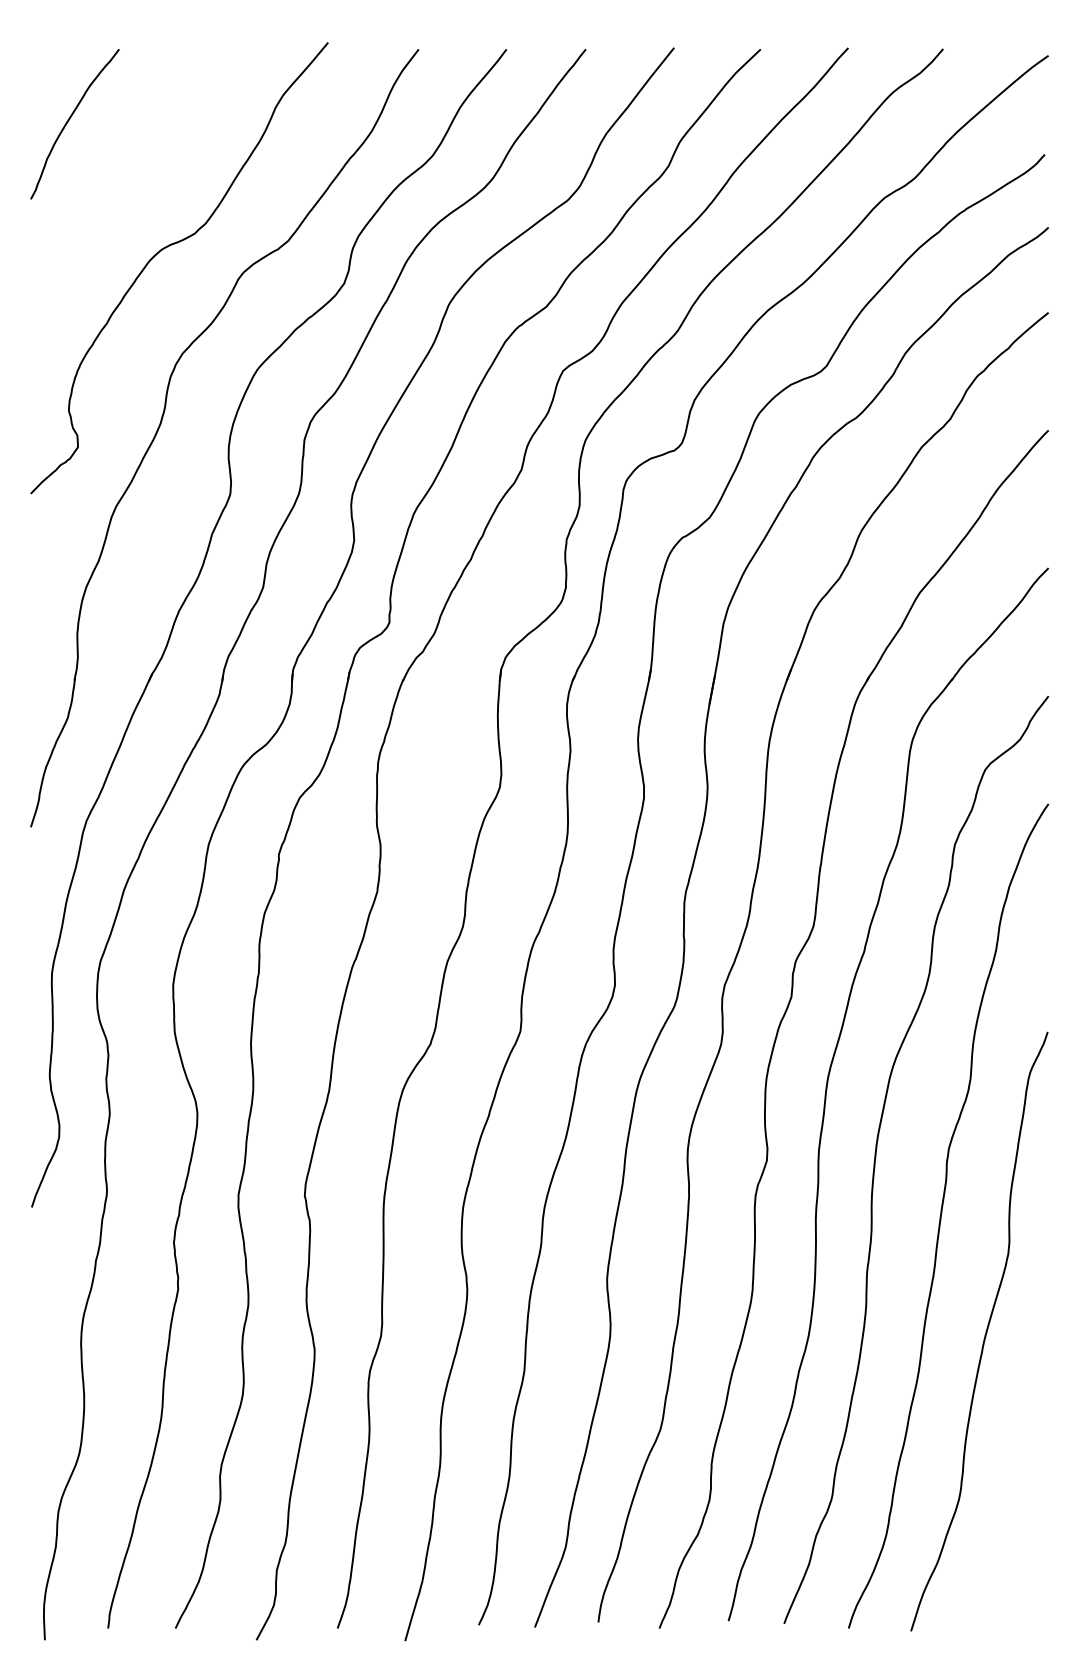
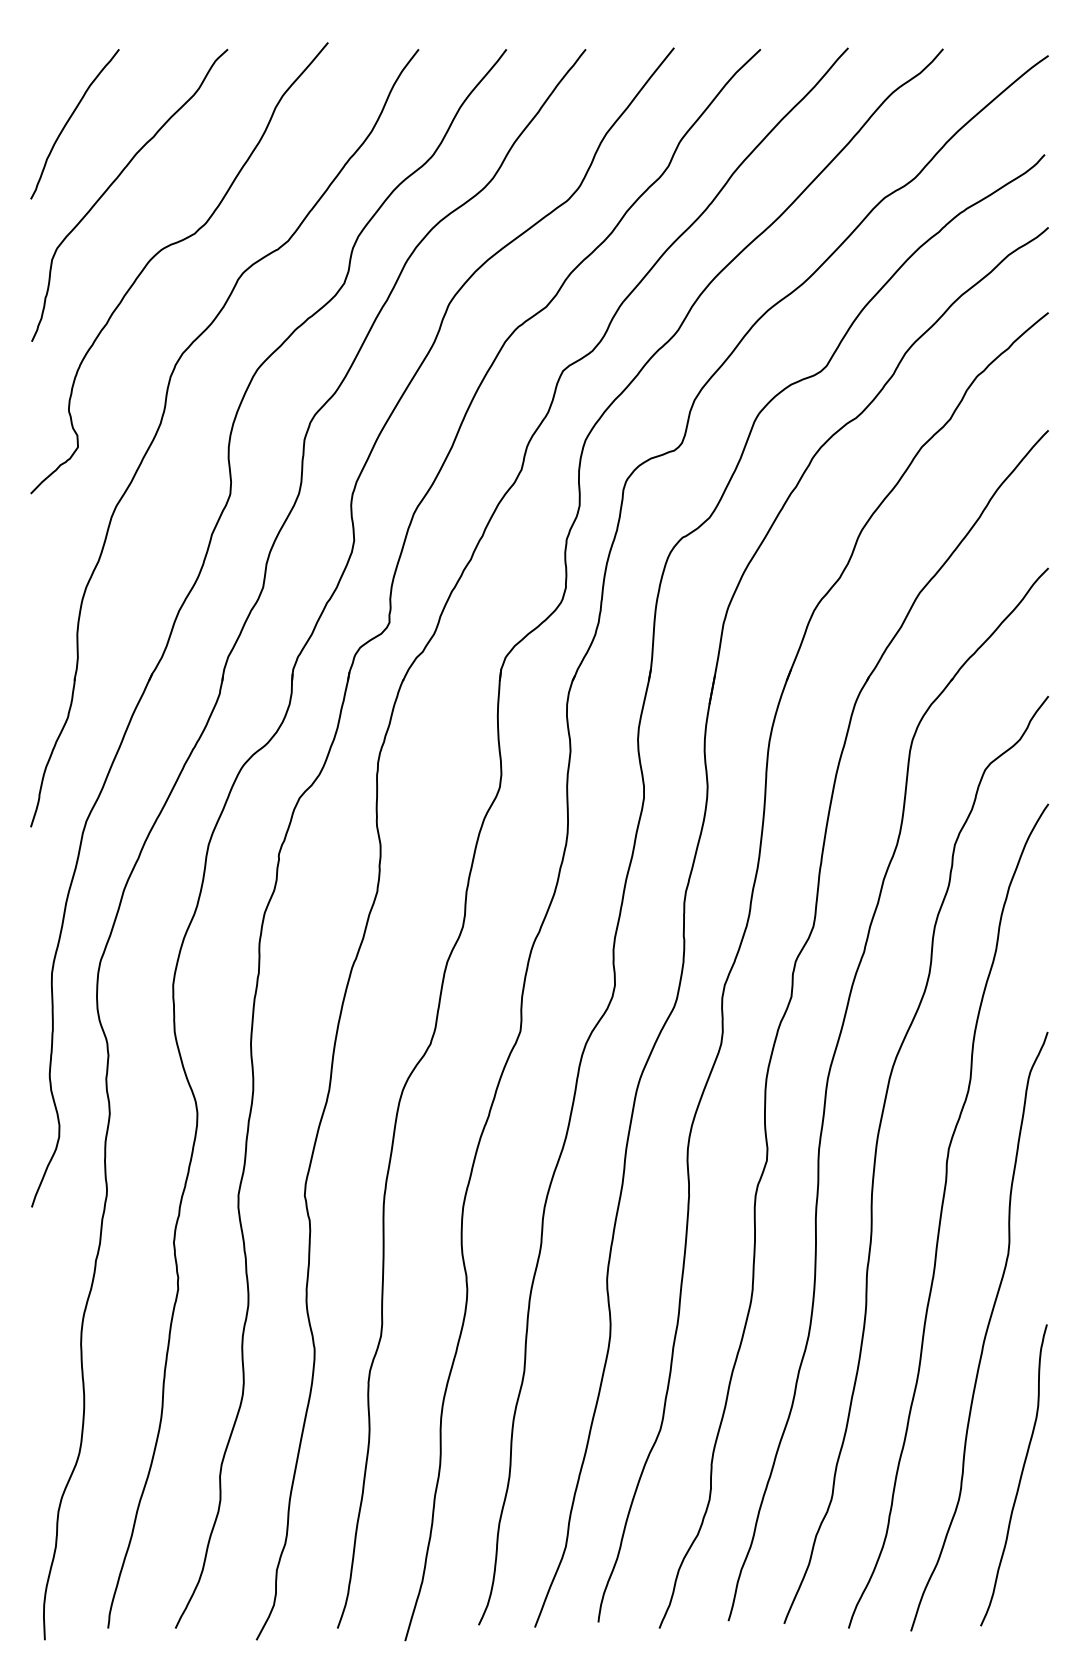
curve at (116, 180): none -> present
curve at (1019, 1478): none -> present
